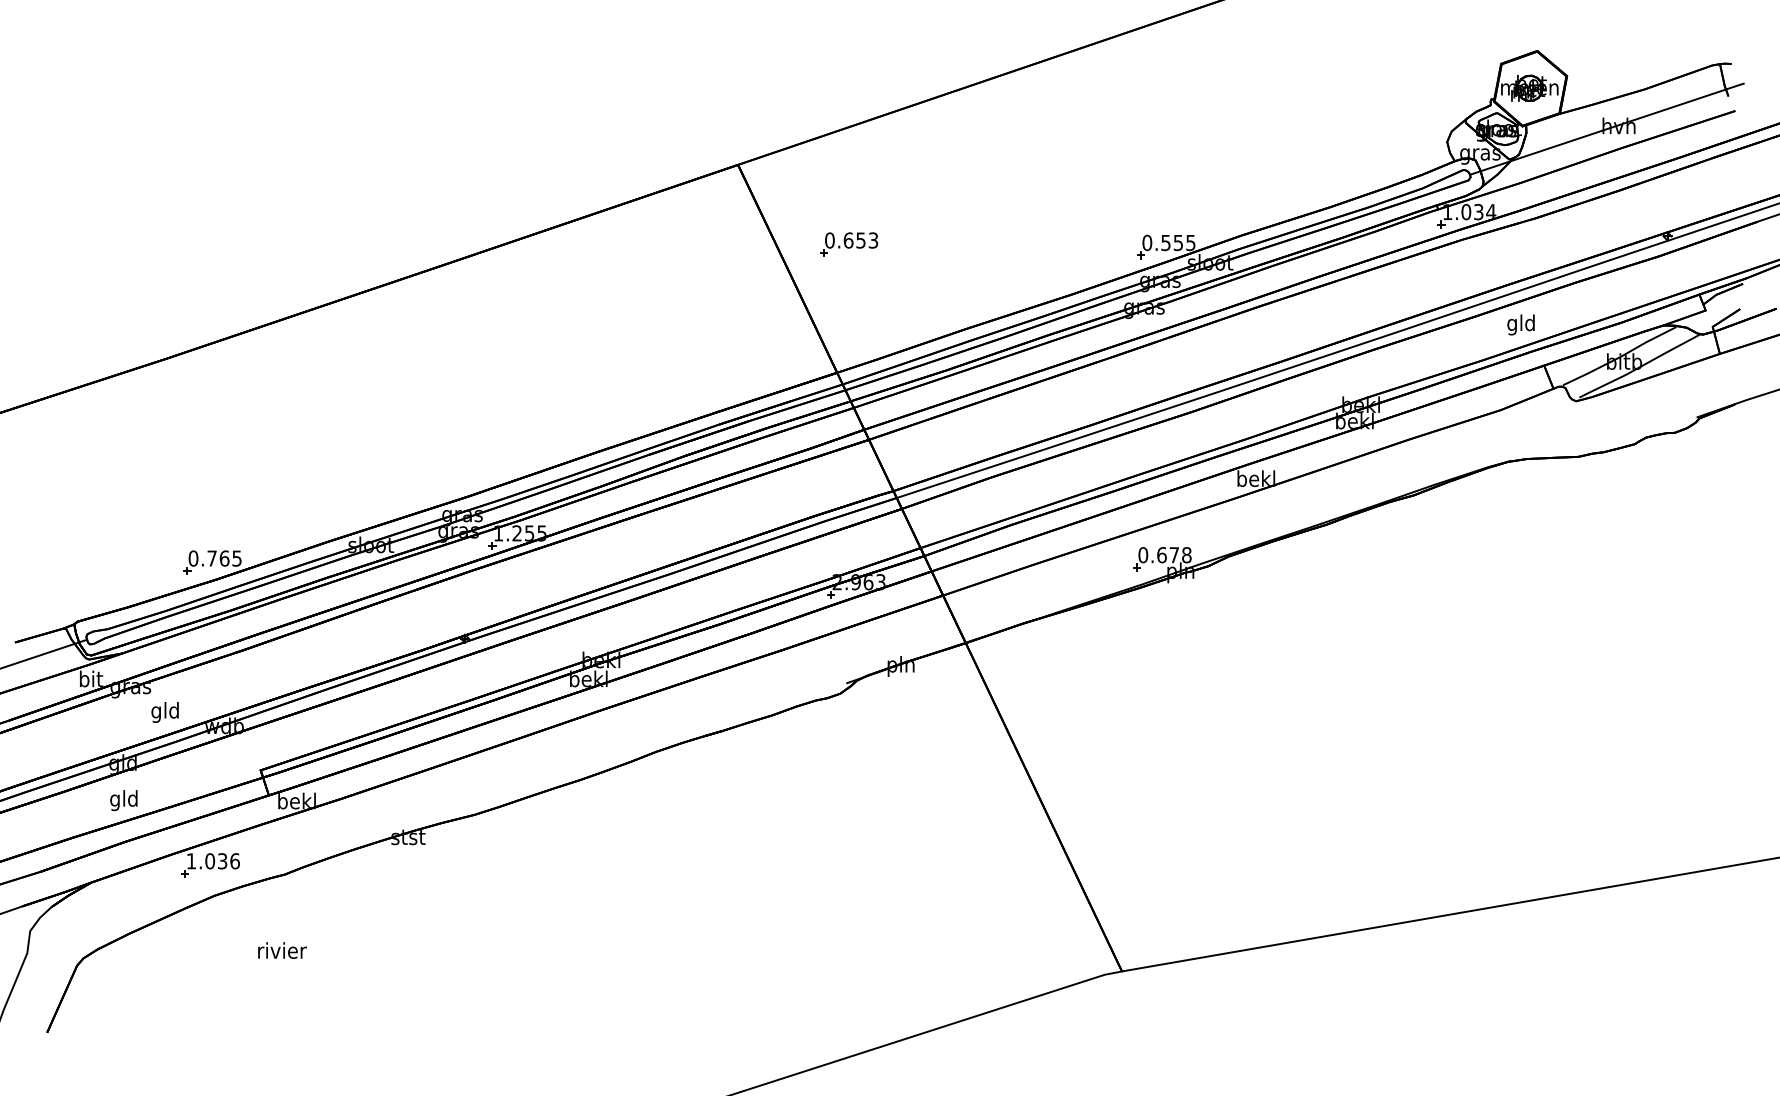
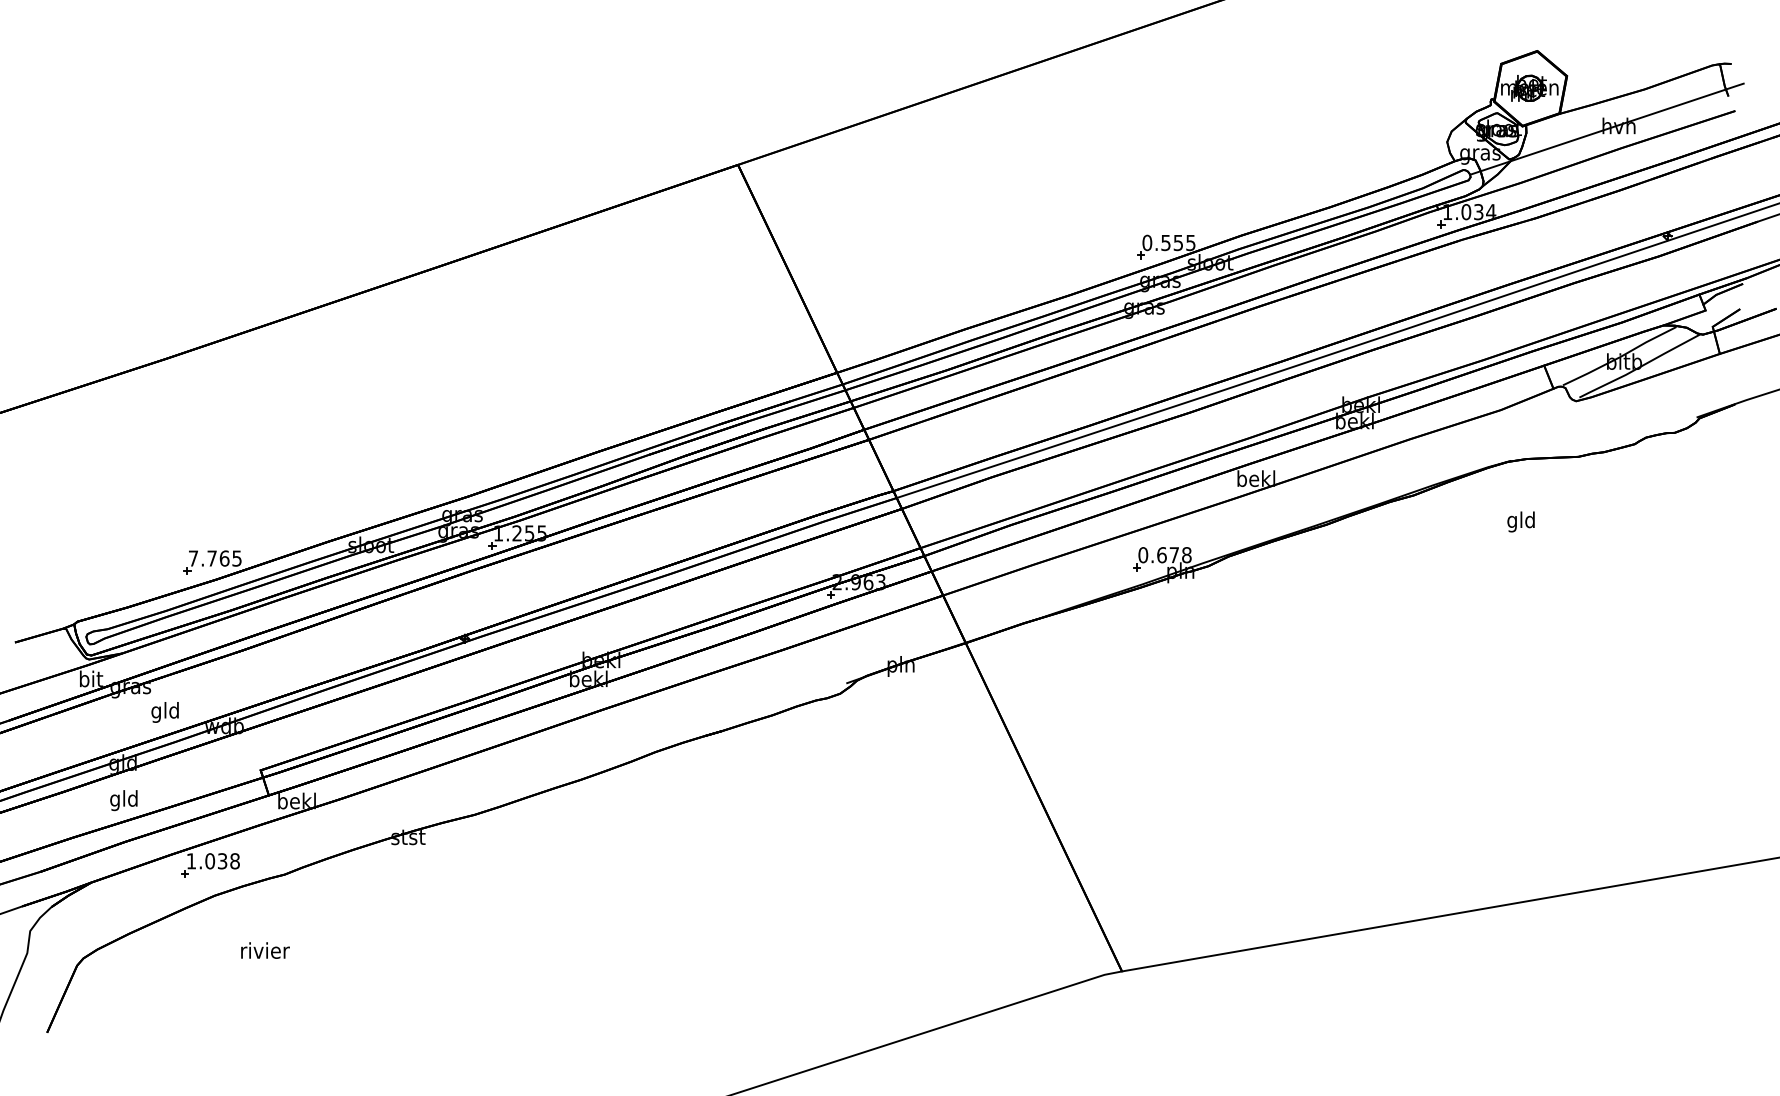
part at (849, 244): present -> none
text at (1520, 324) position: (1520, 324) -> (1520, 521)
text at (193, 558): 0.765 -> 7.765
line at (44, 653): present -> none
text at (234, 861): 1.036 -> 1.038
text at (282, 950) position: (282, 950) -> (265, 950)
